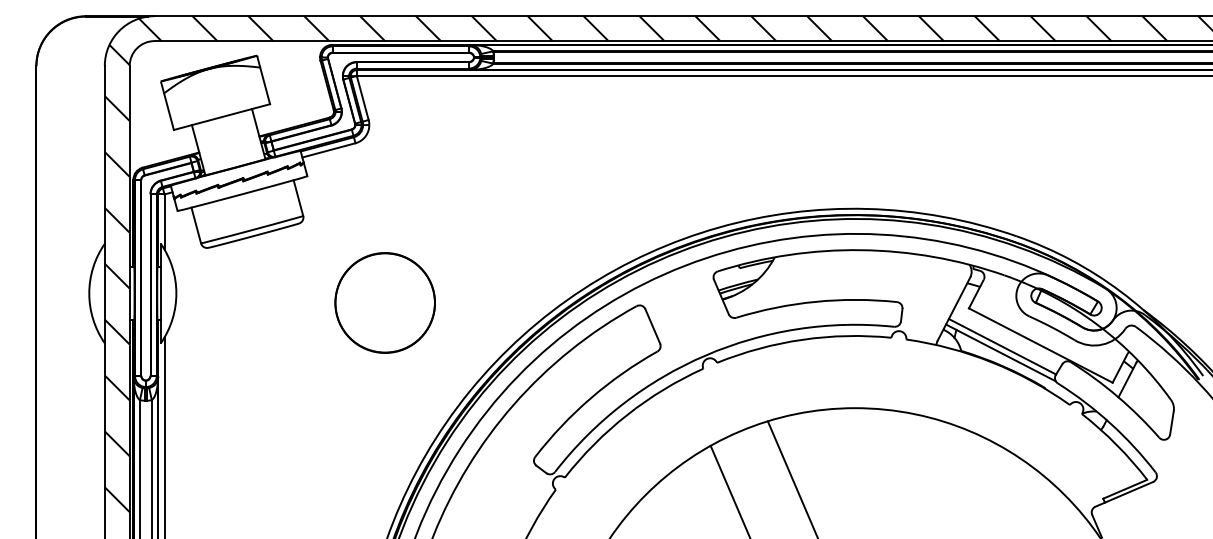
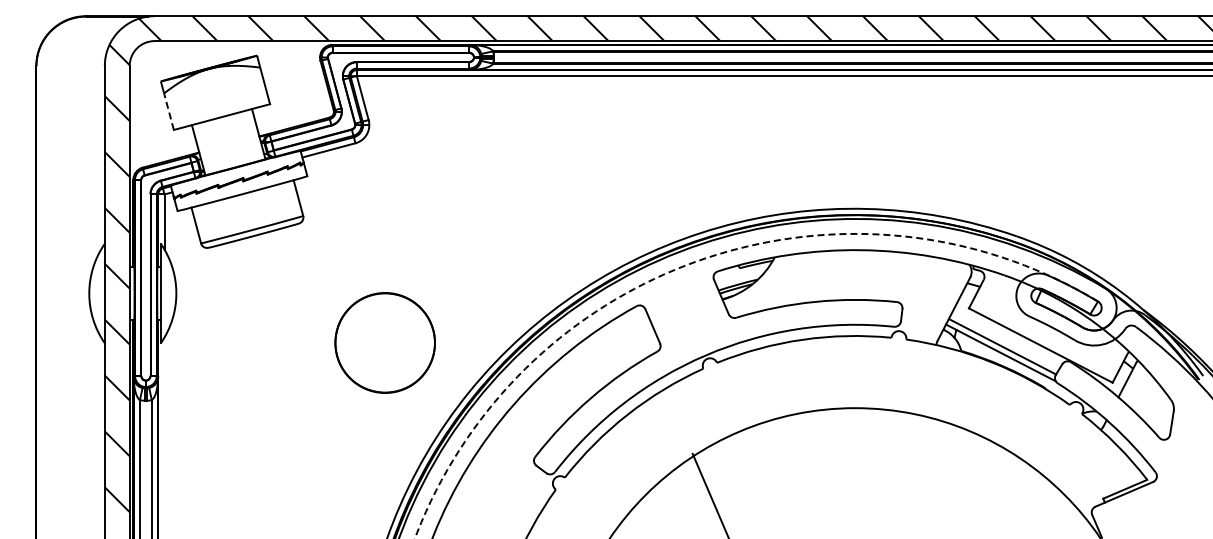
line at (169, 111): solid -> dashed
arc at (701, 259): solid -> dashed
circle at (384, 302) position: (384, 302) -> (384, 342)
line at (164, 436): present -> none
line at (791, 478): present -> none
line at (729, 490) position: (729, 490) -> (709, 494)
